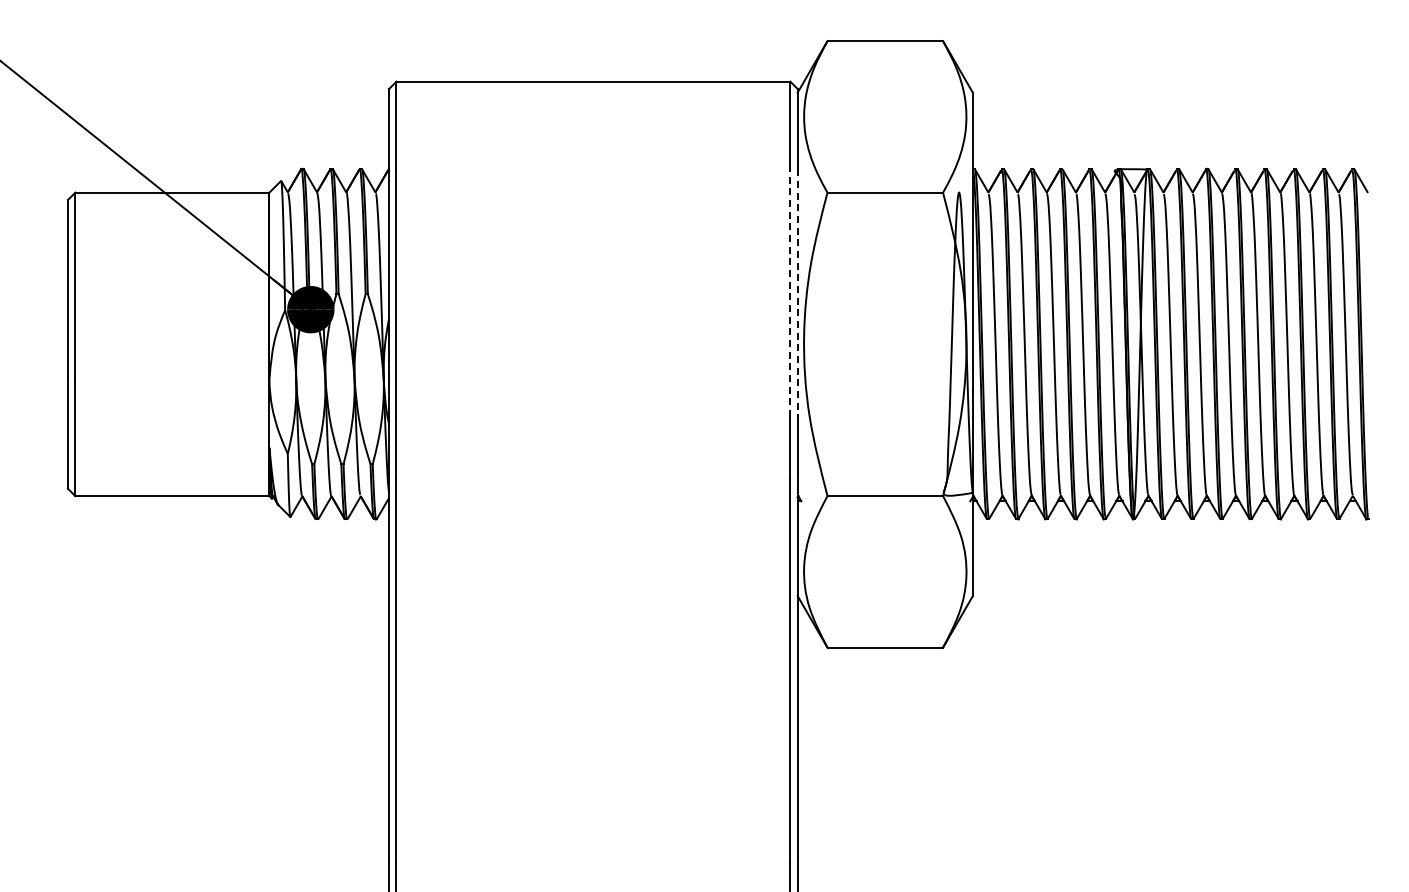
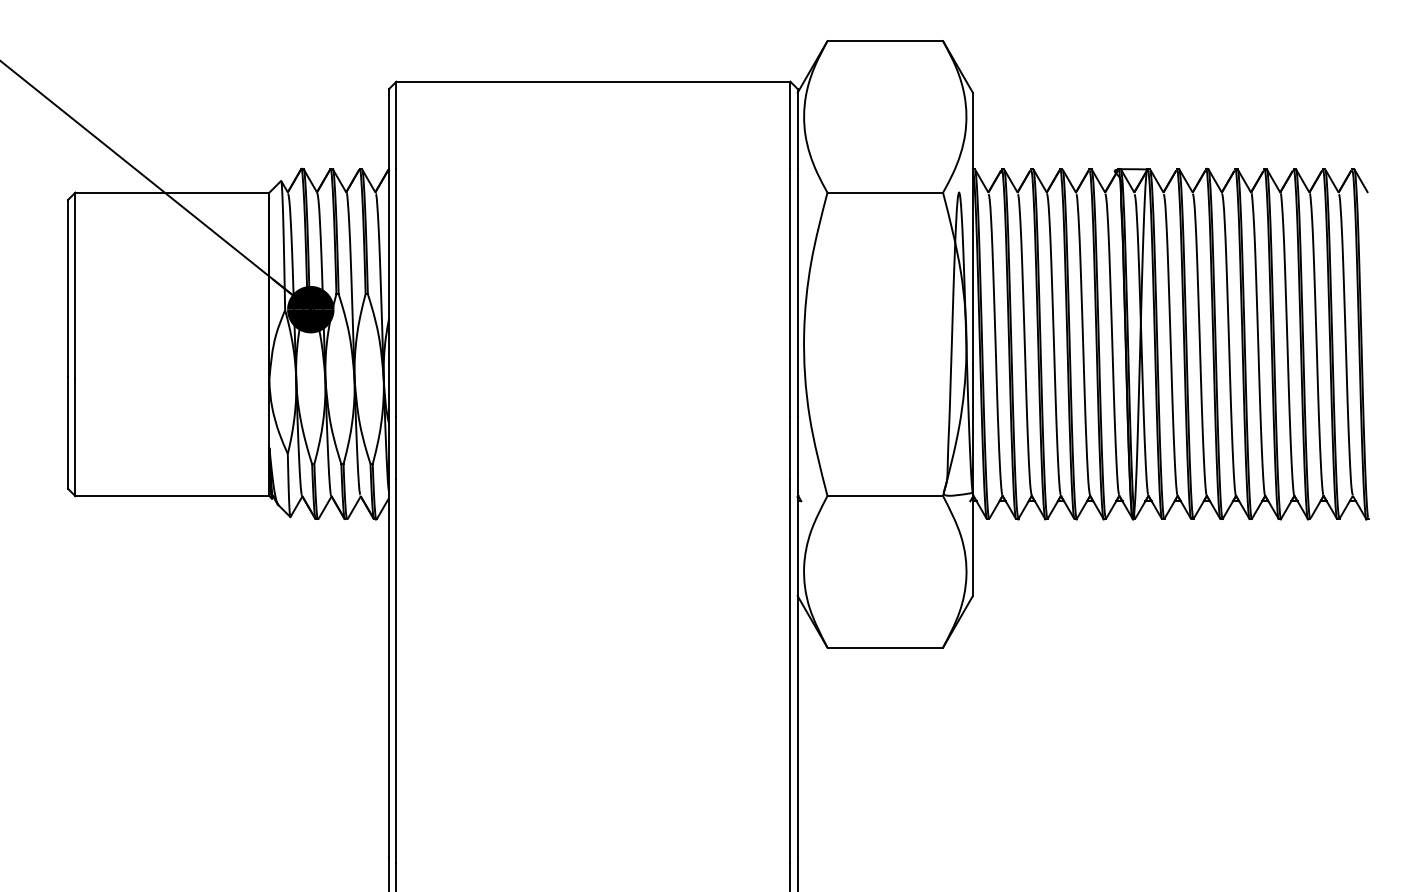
line at (790, 293): dashed -> solid
line at (797, 293): dashed -> solid
